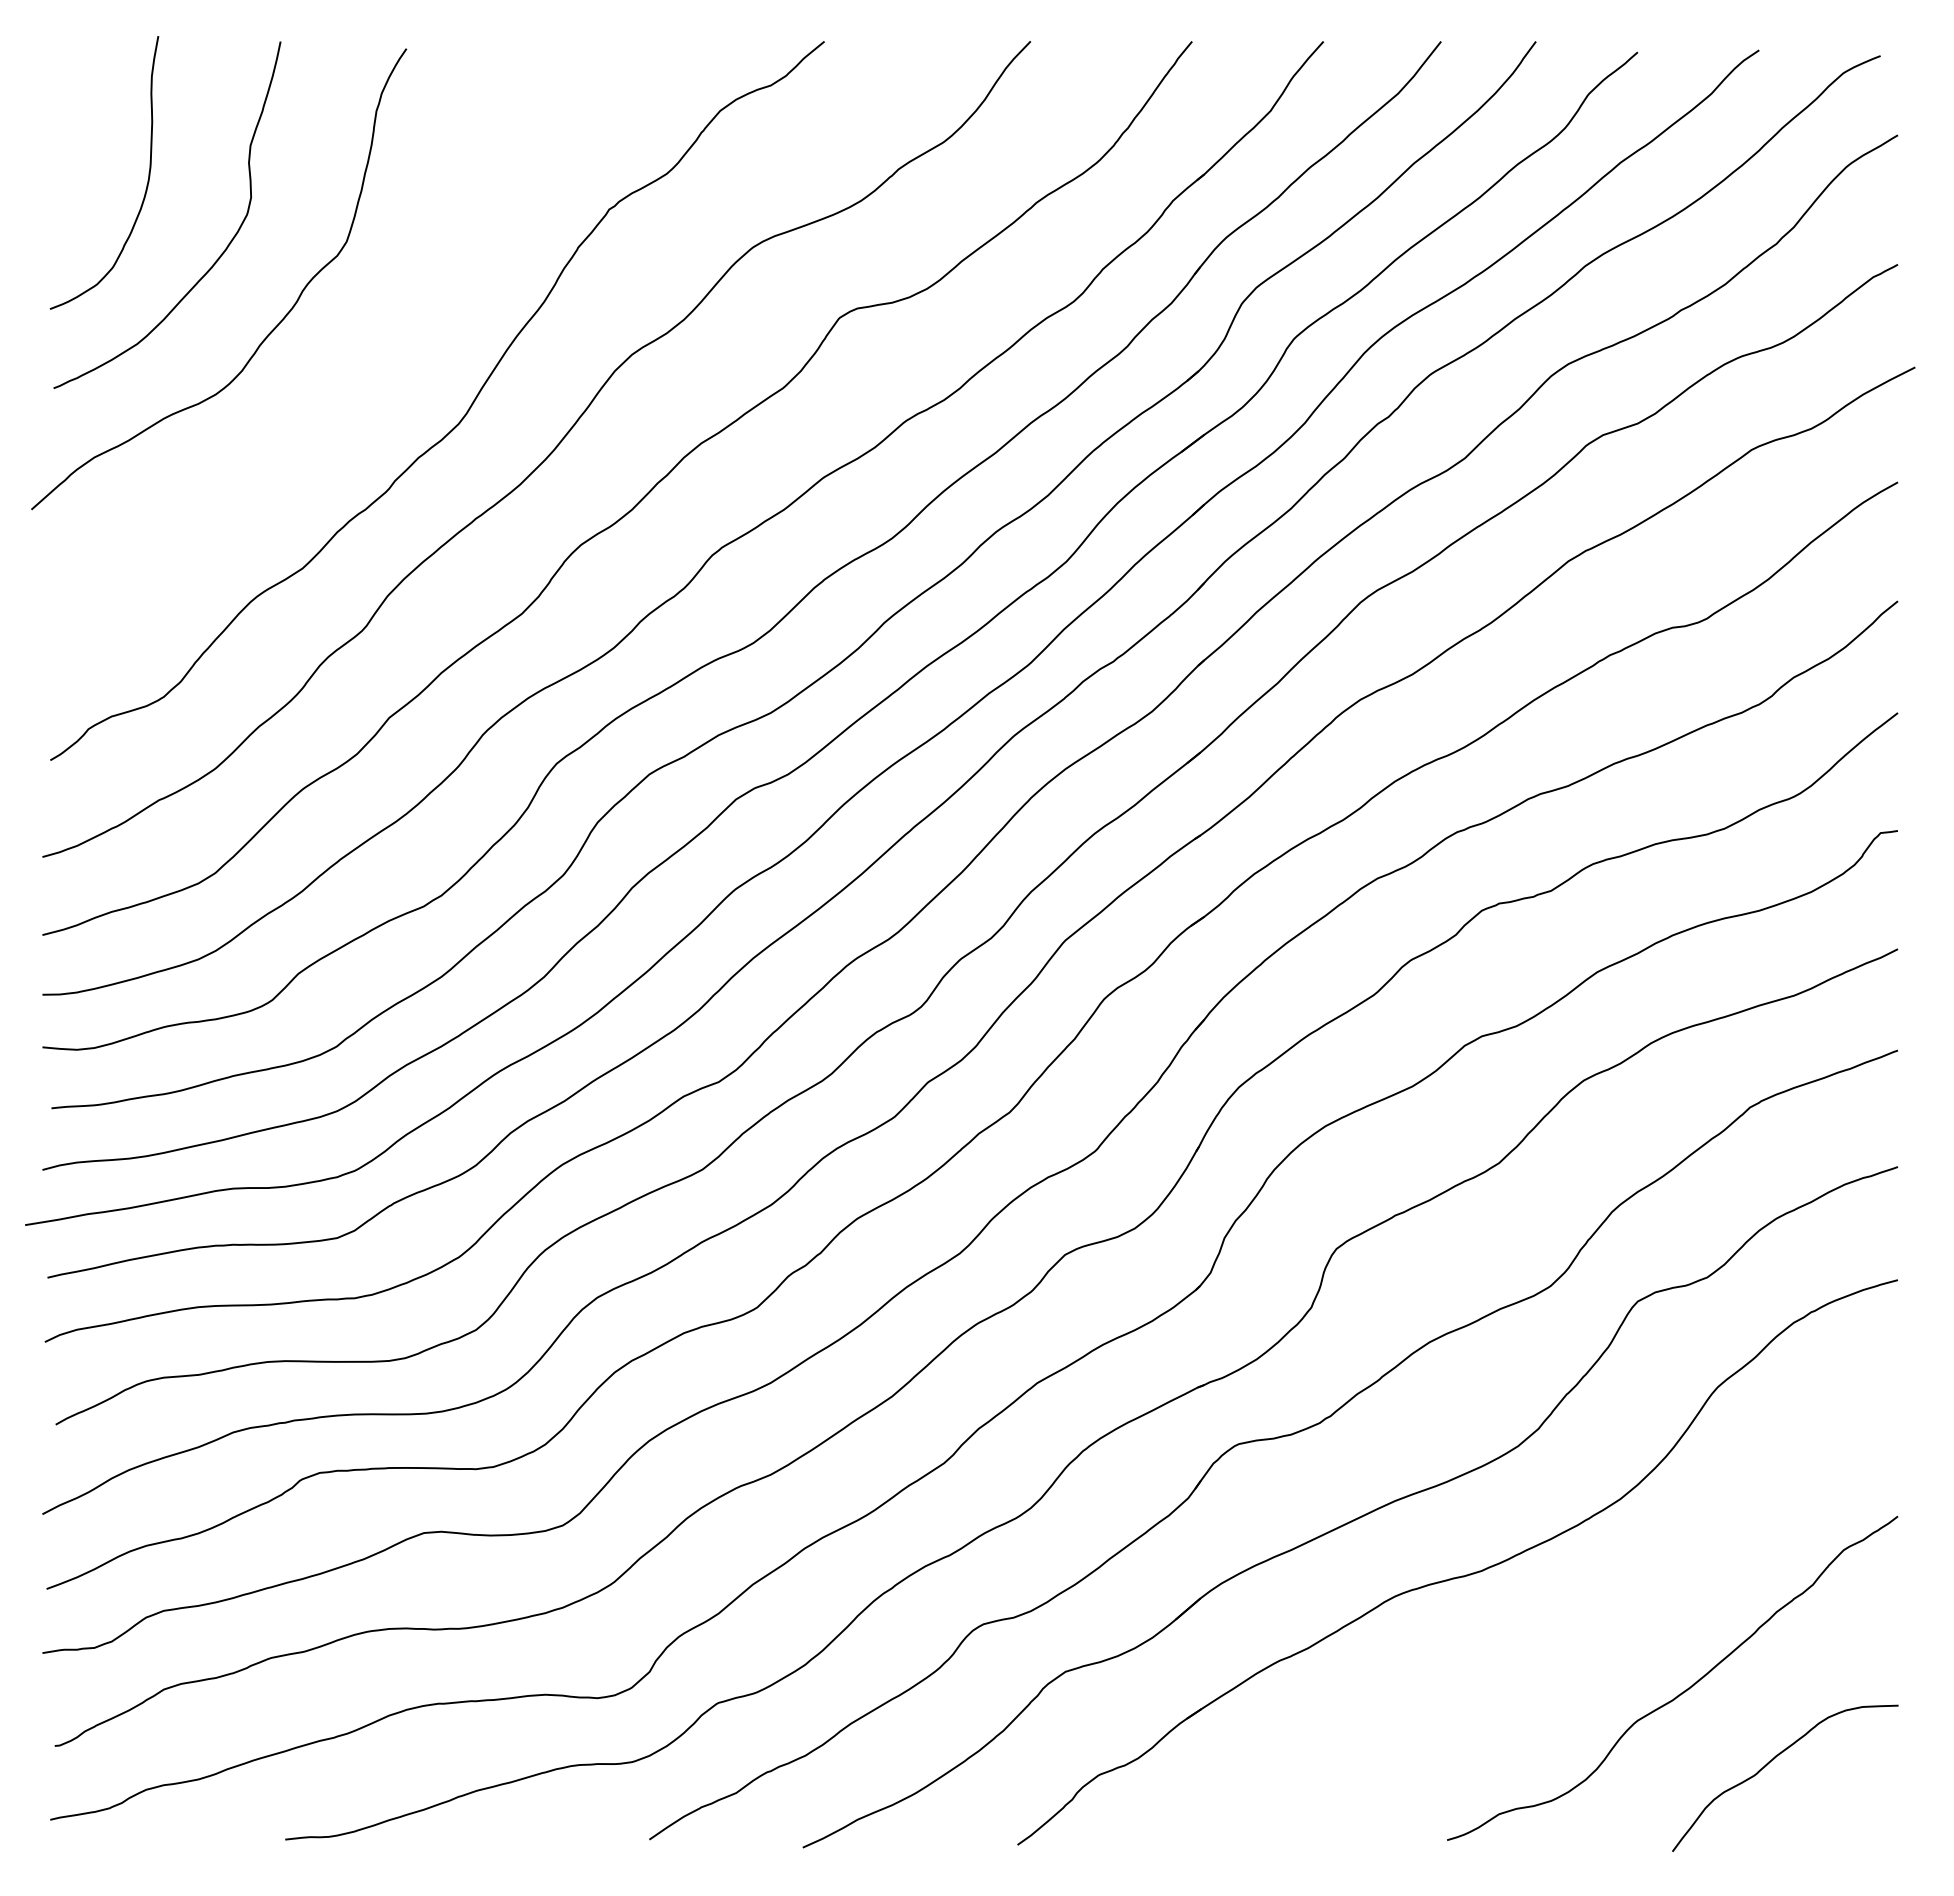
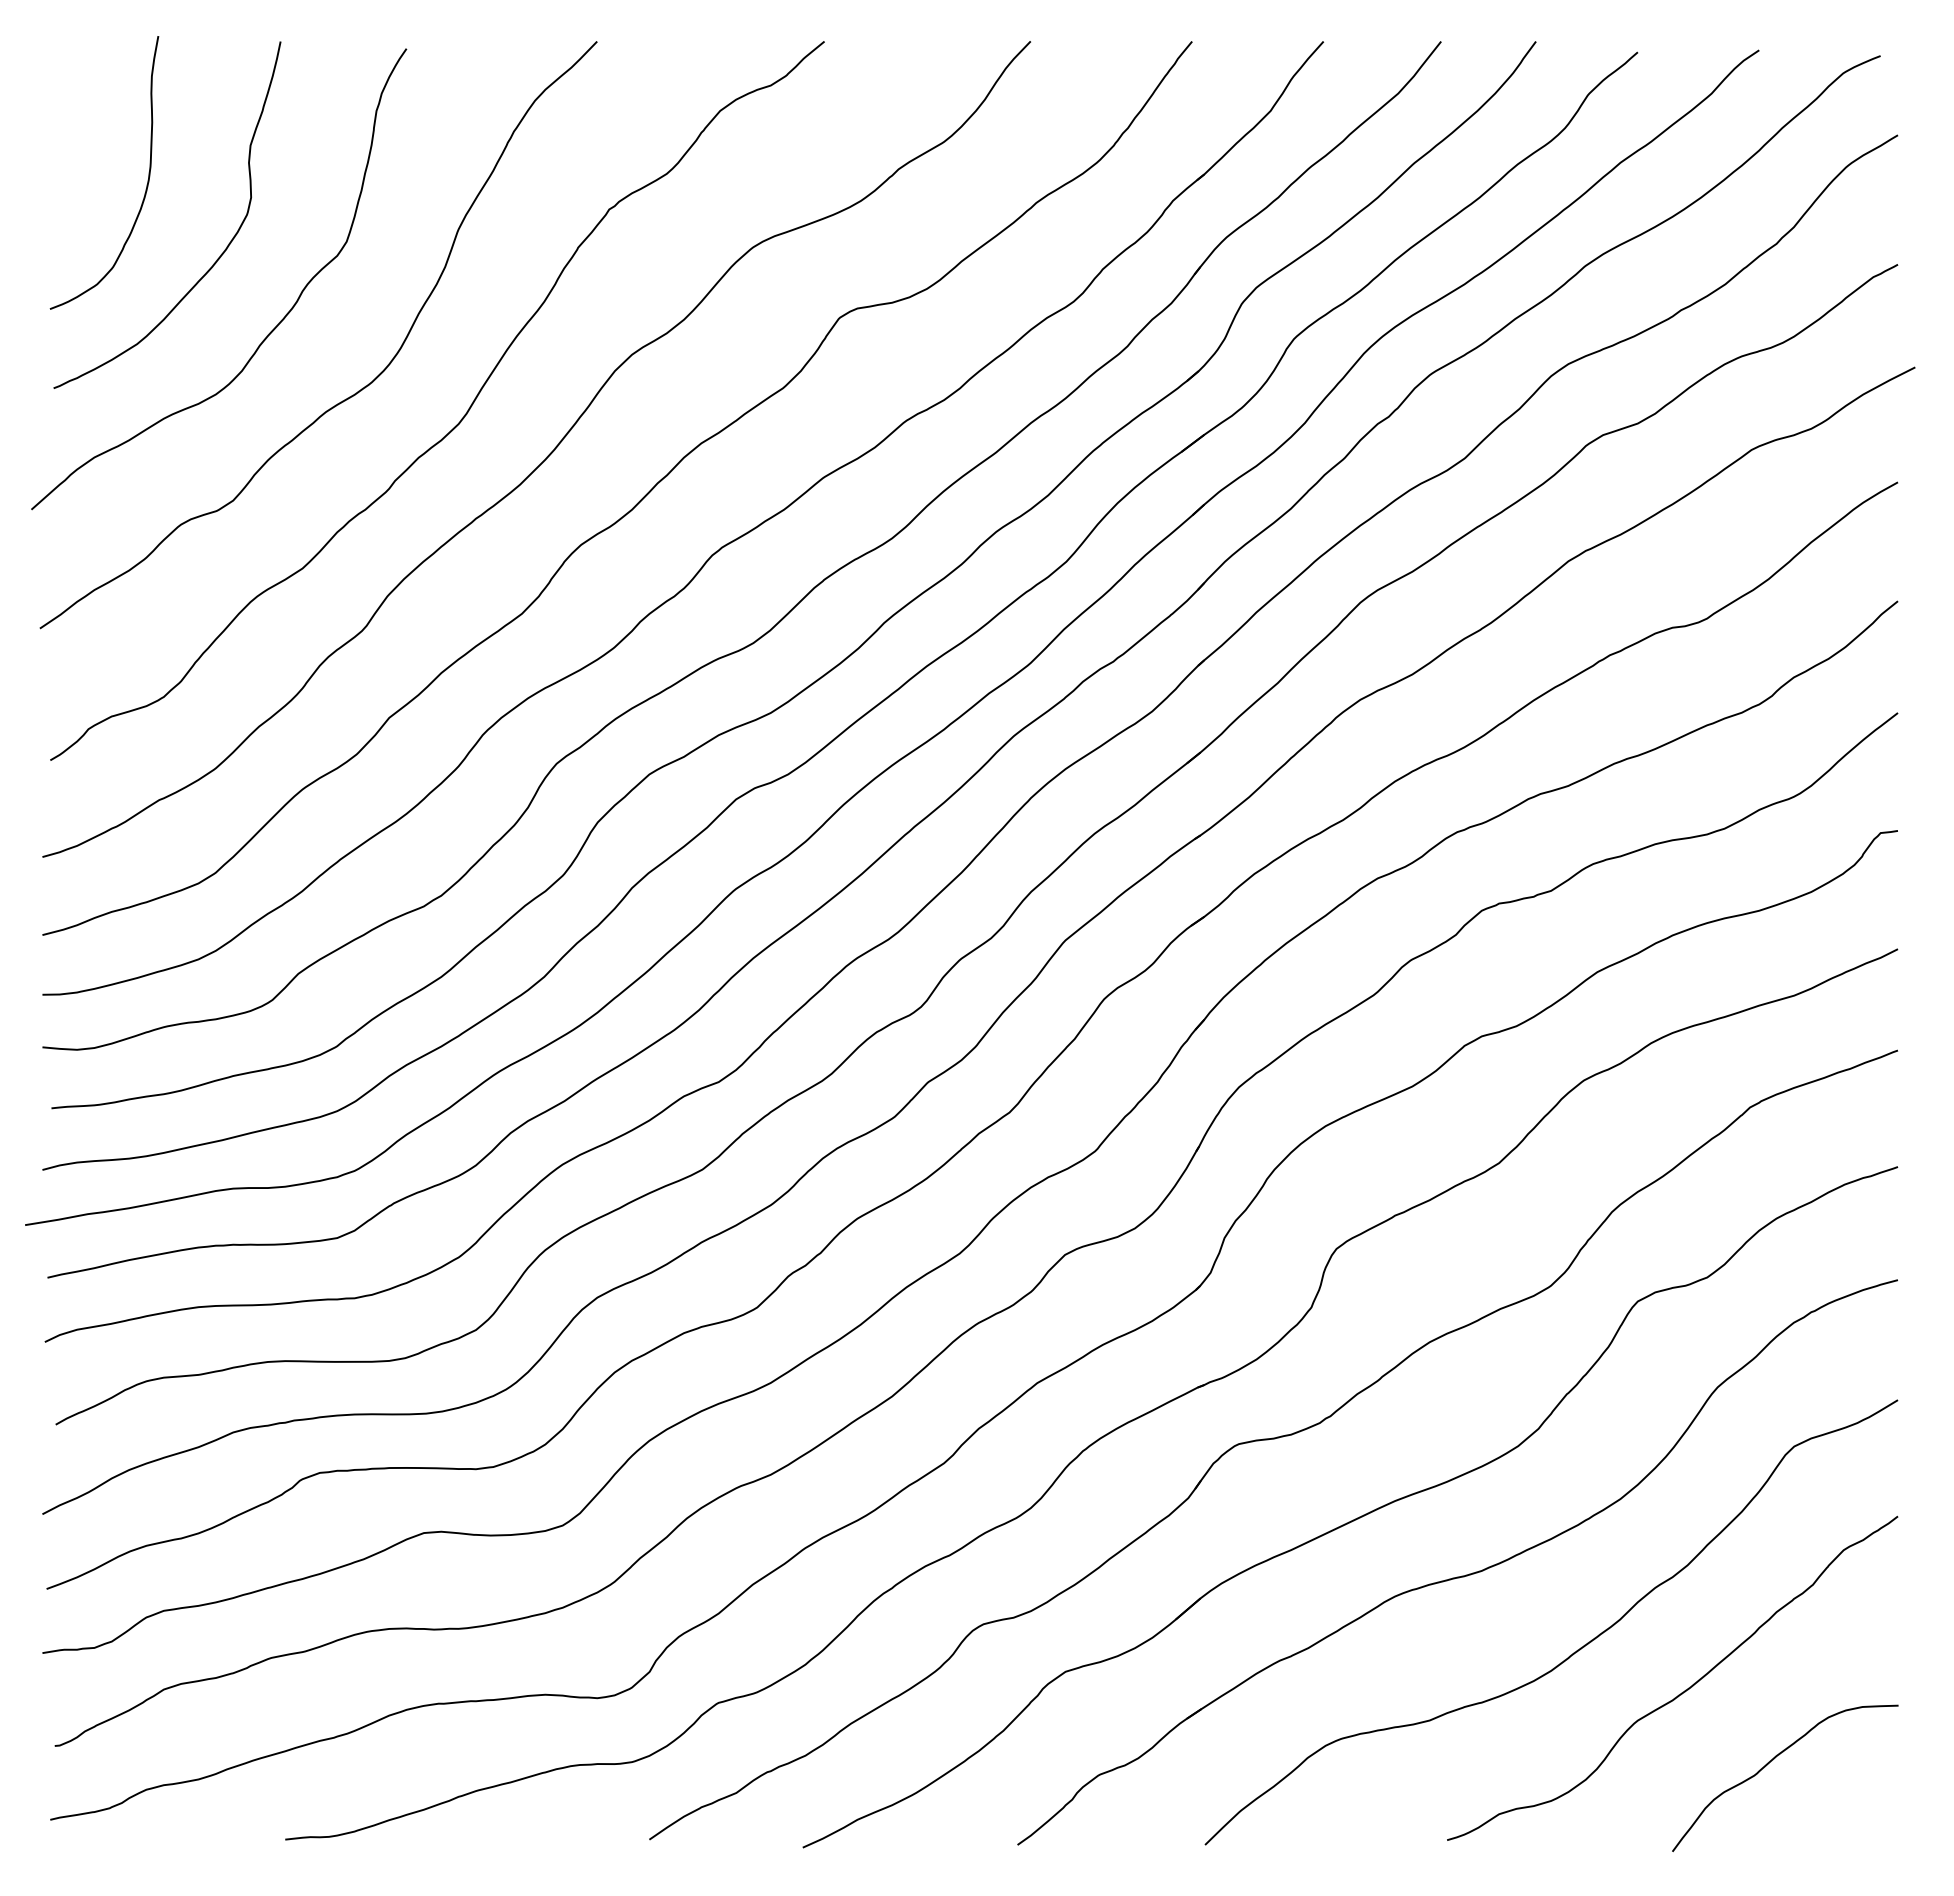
curve at (358, 390): none -> present
curve at (1573, 1652): none -> present
